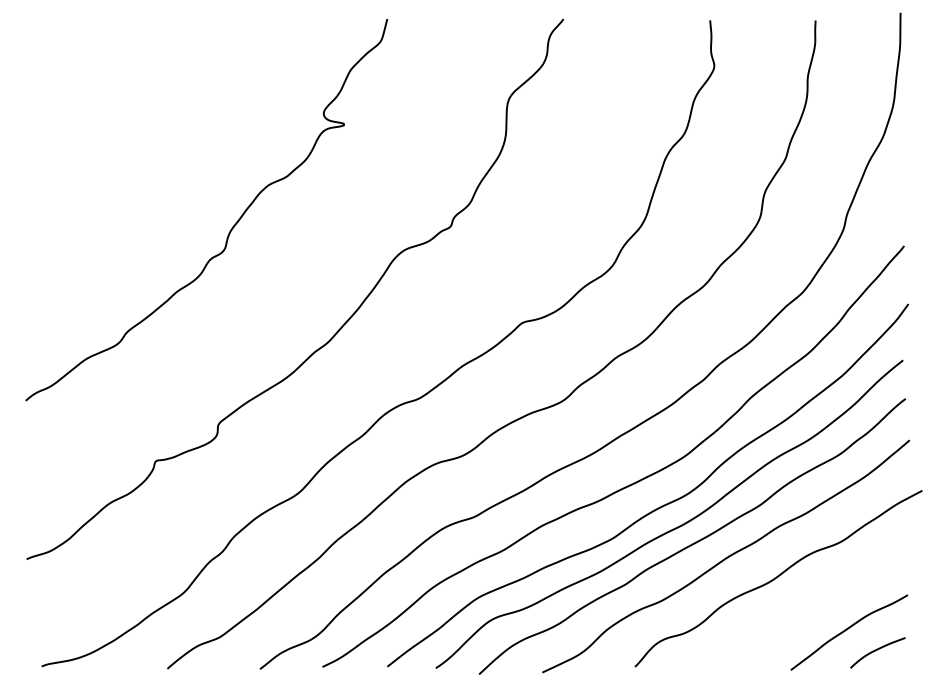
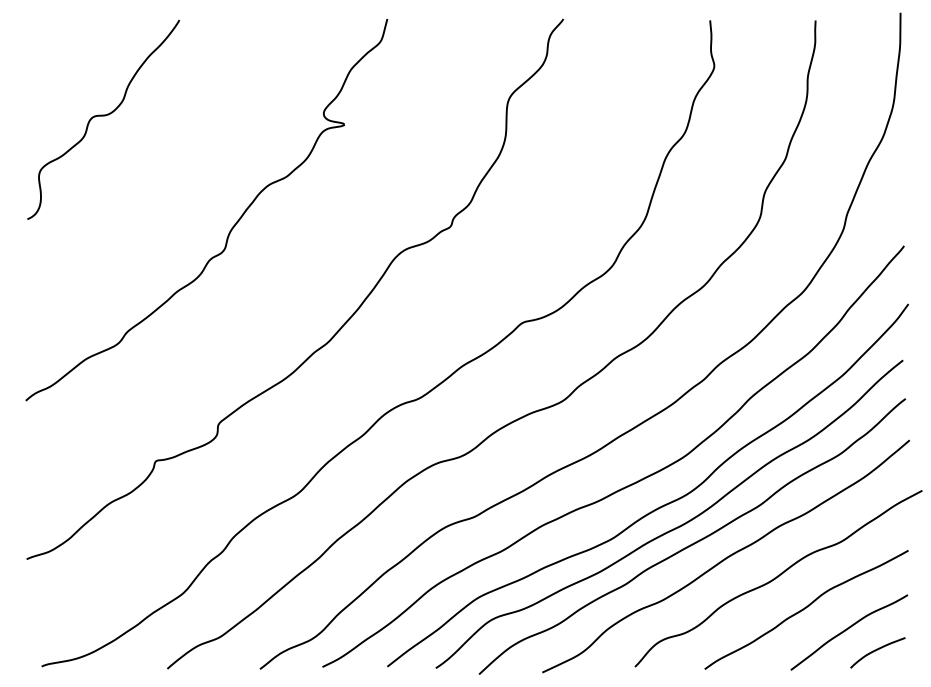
curve at (103, 116): none -> present
curve at (806, 608): none -> present
